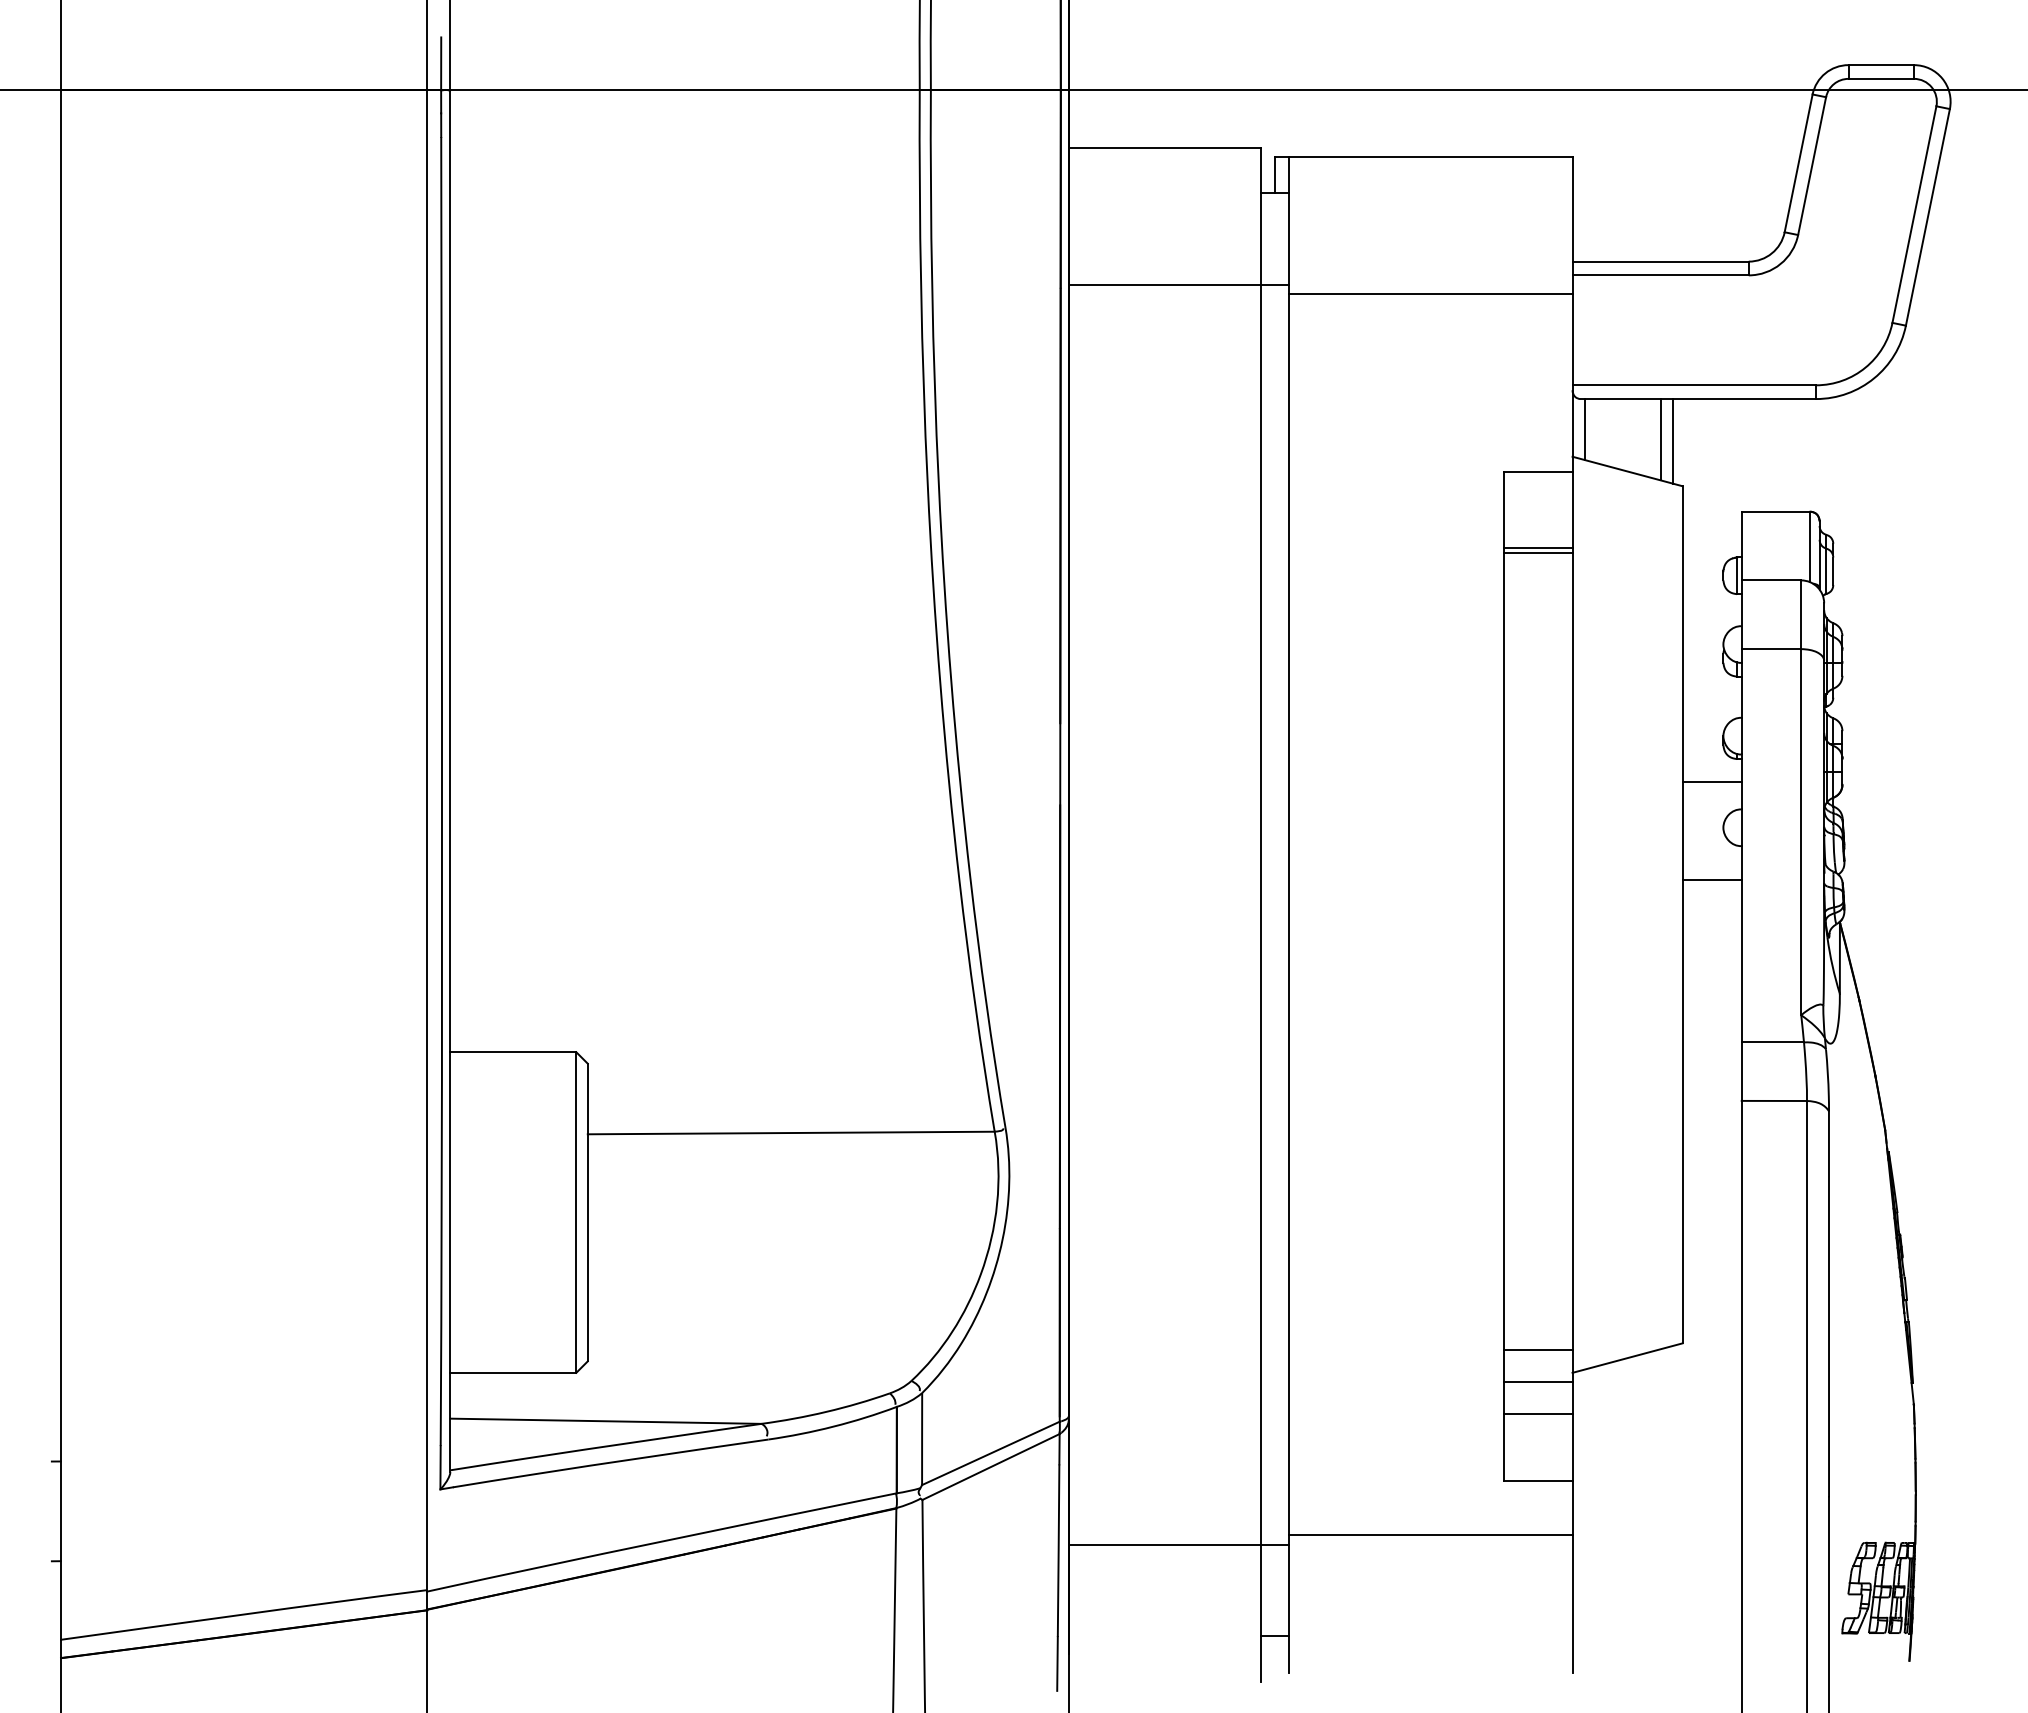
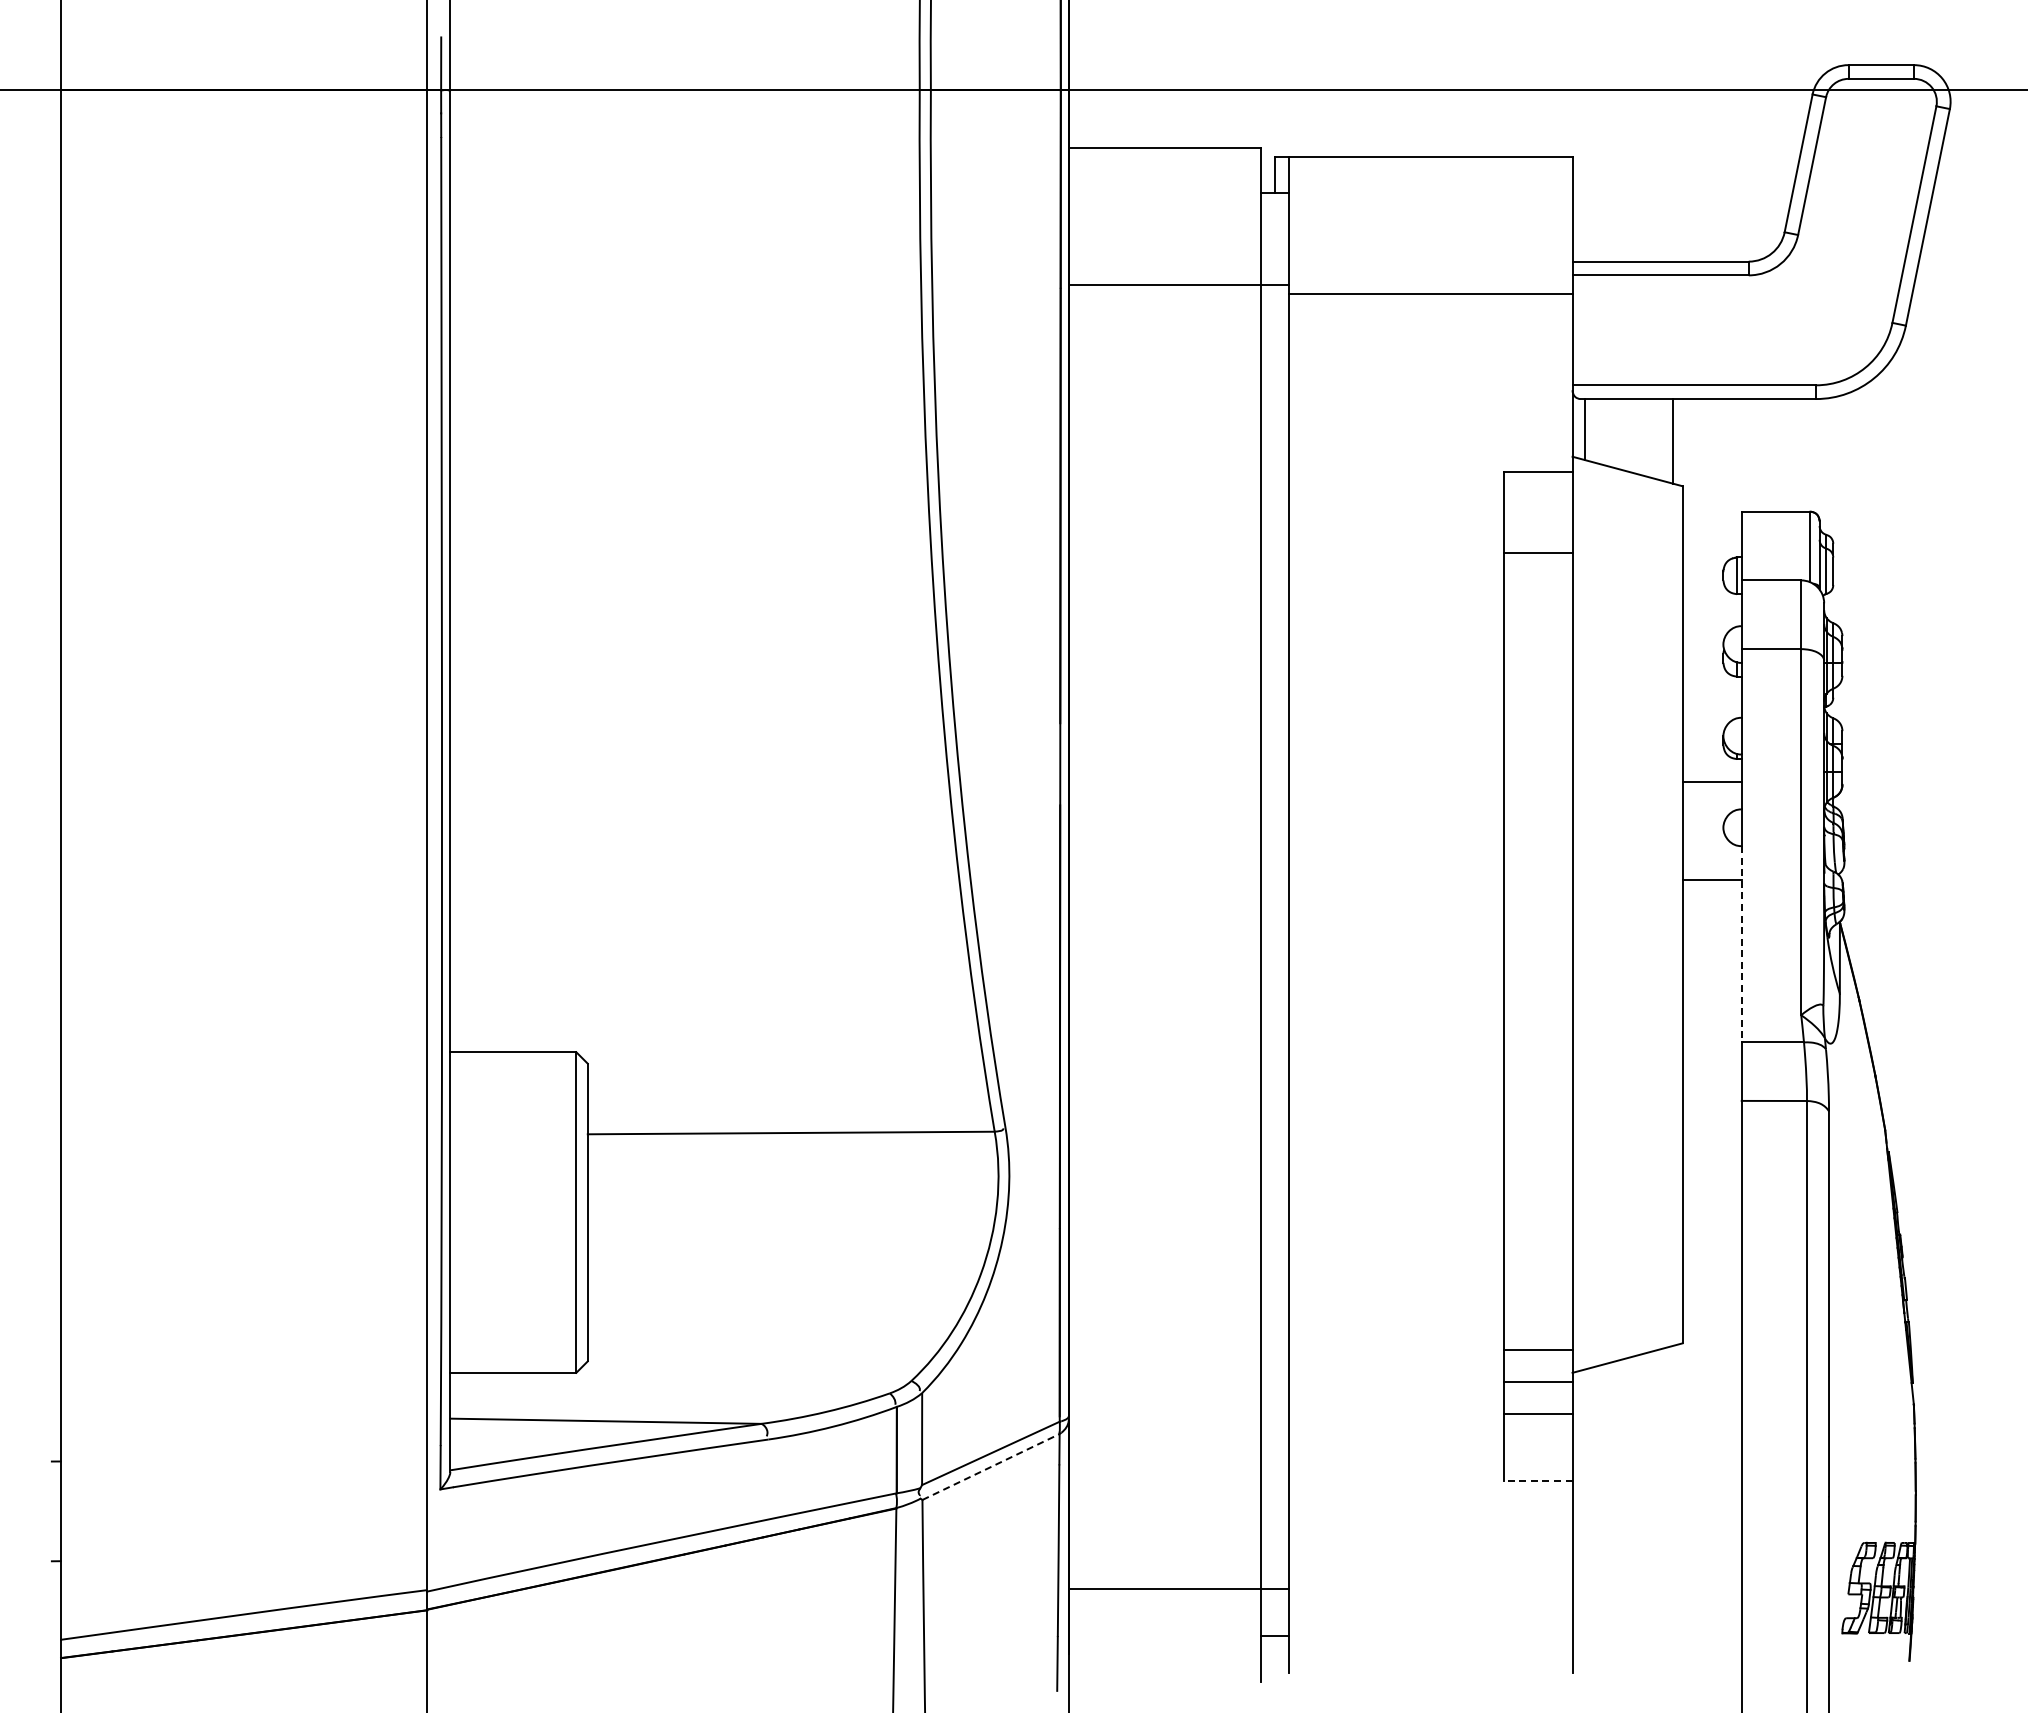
line at (1660, 439): present -> none
line at (1537, 548): present -> none
line at (1741, 944): solid -> dashed
line at (991, 1466): solid -> dashed
line at (1537, 1480): solid -> dashed
line at (1430, 1535): present -> none
line at (1178, 1544) position: (1178, 1544) -> (1178, 1588)
